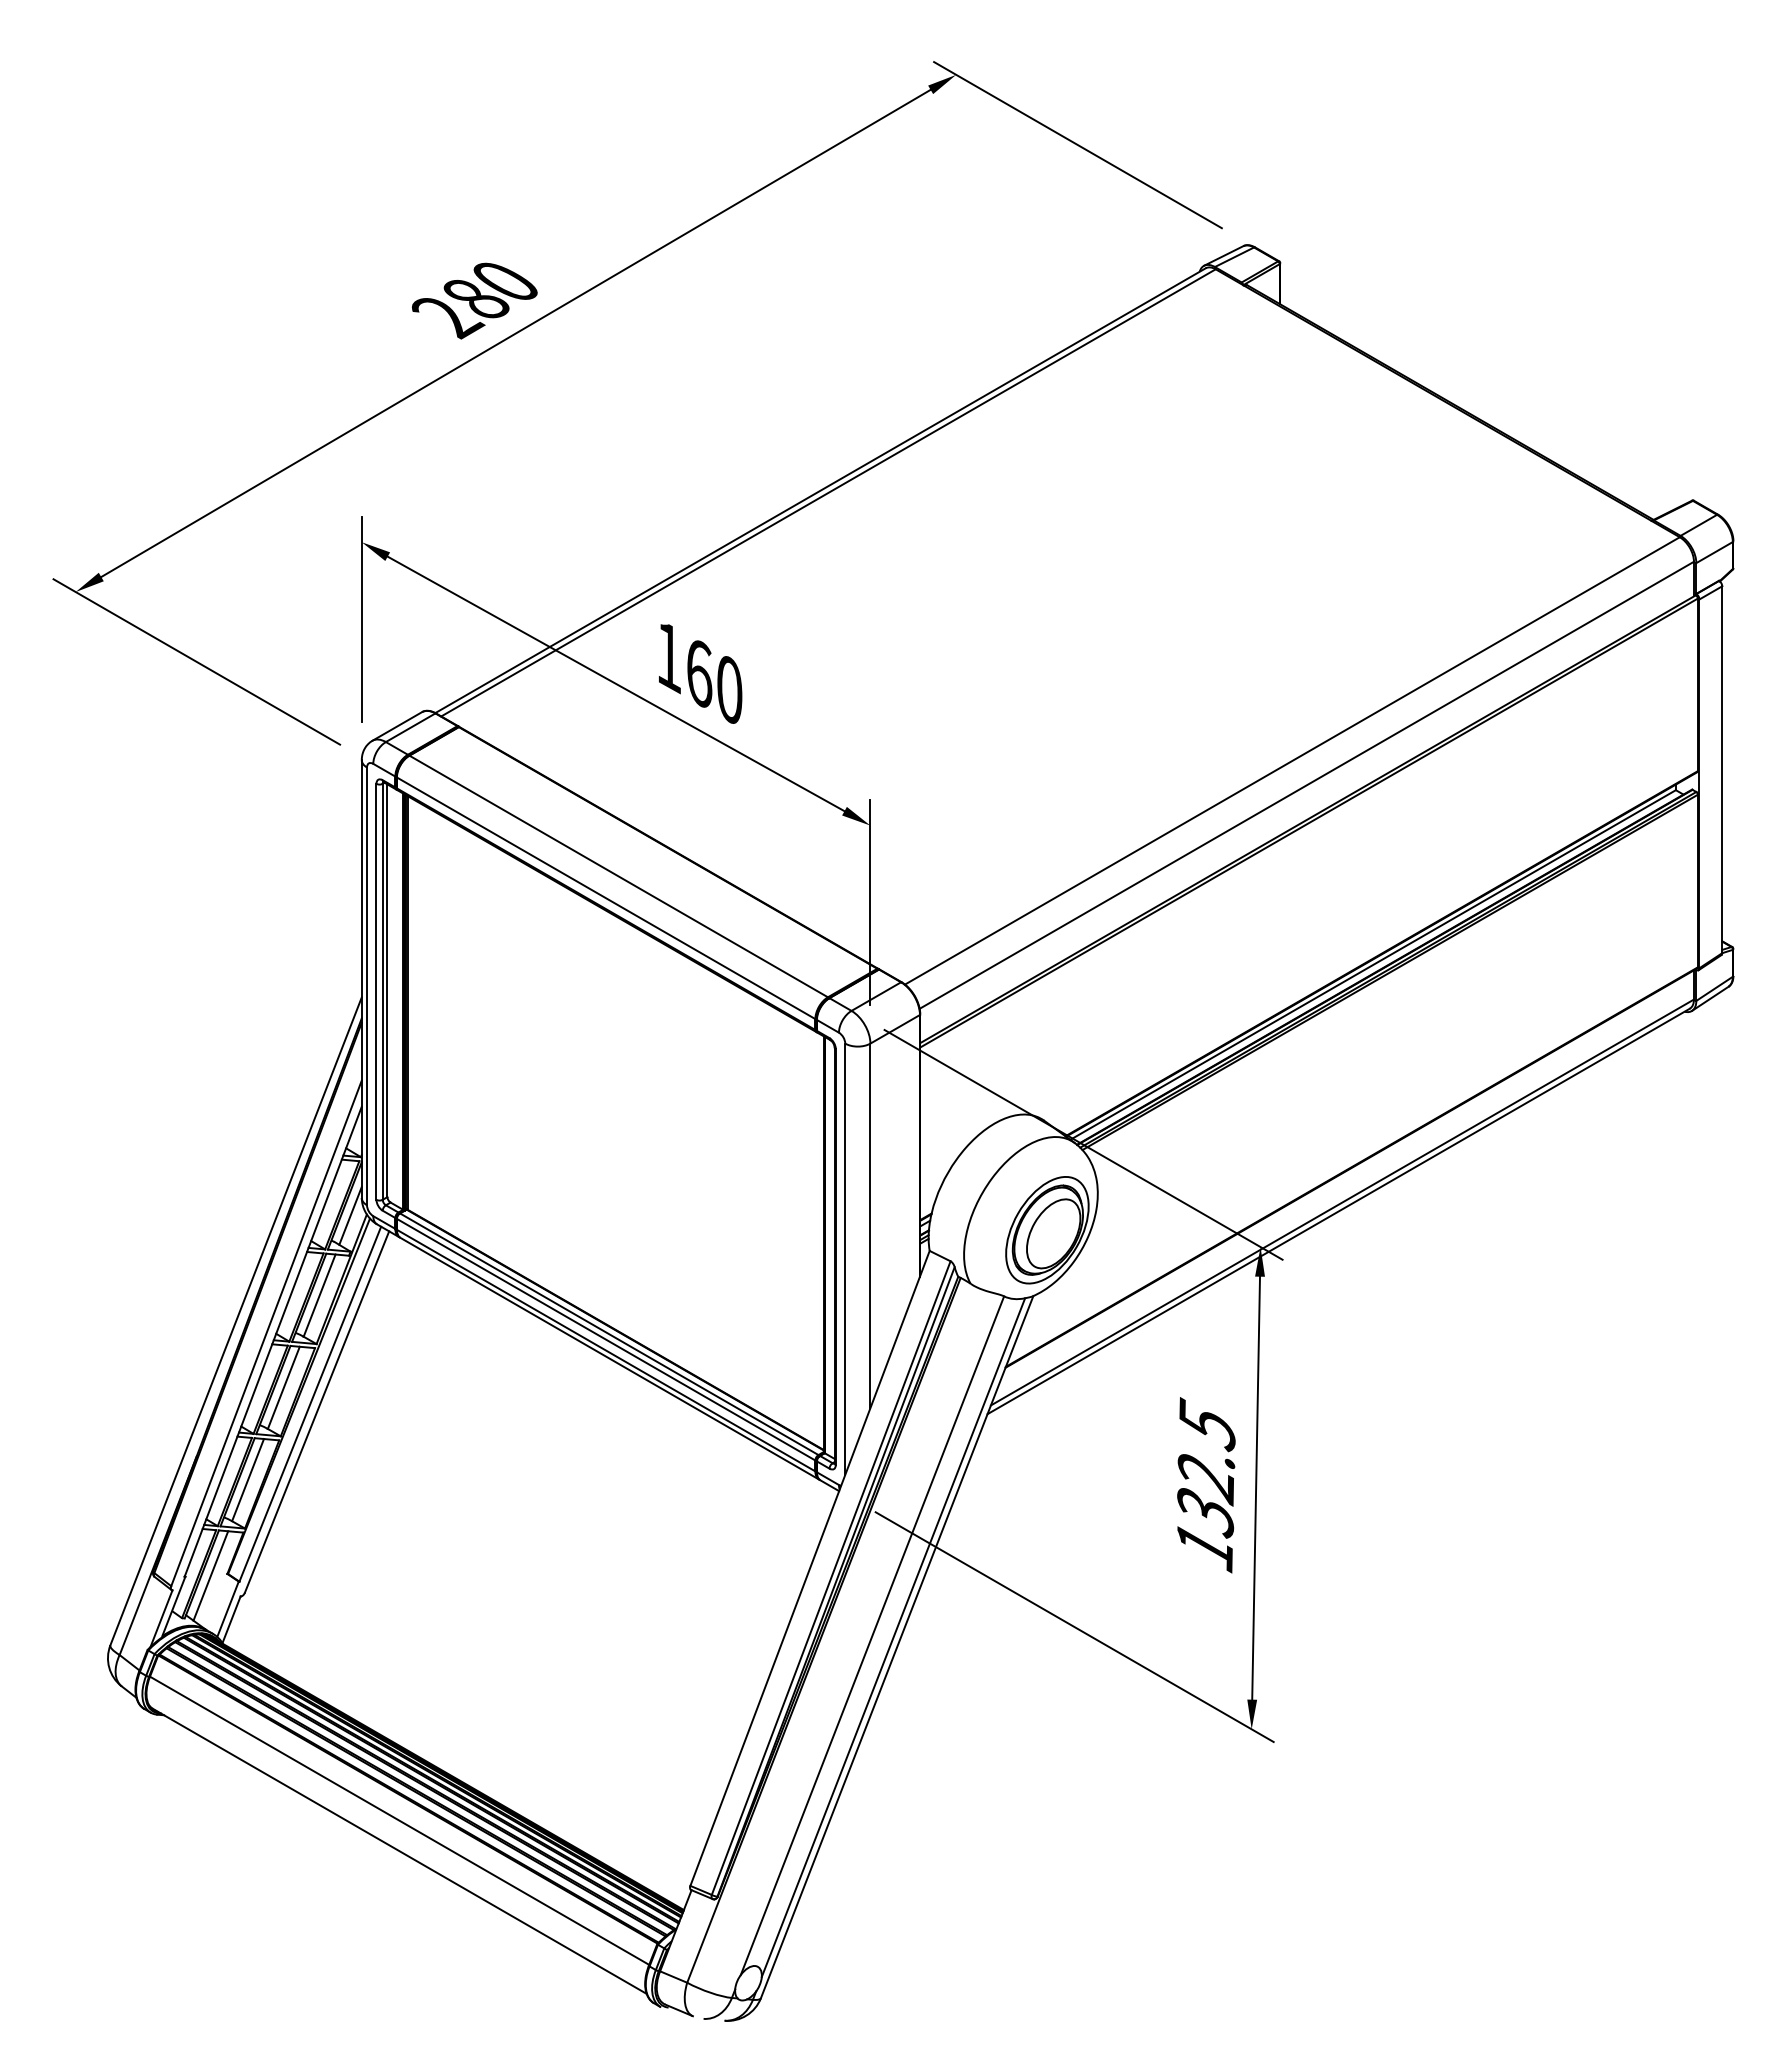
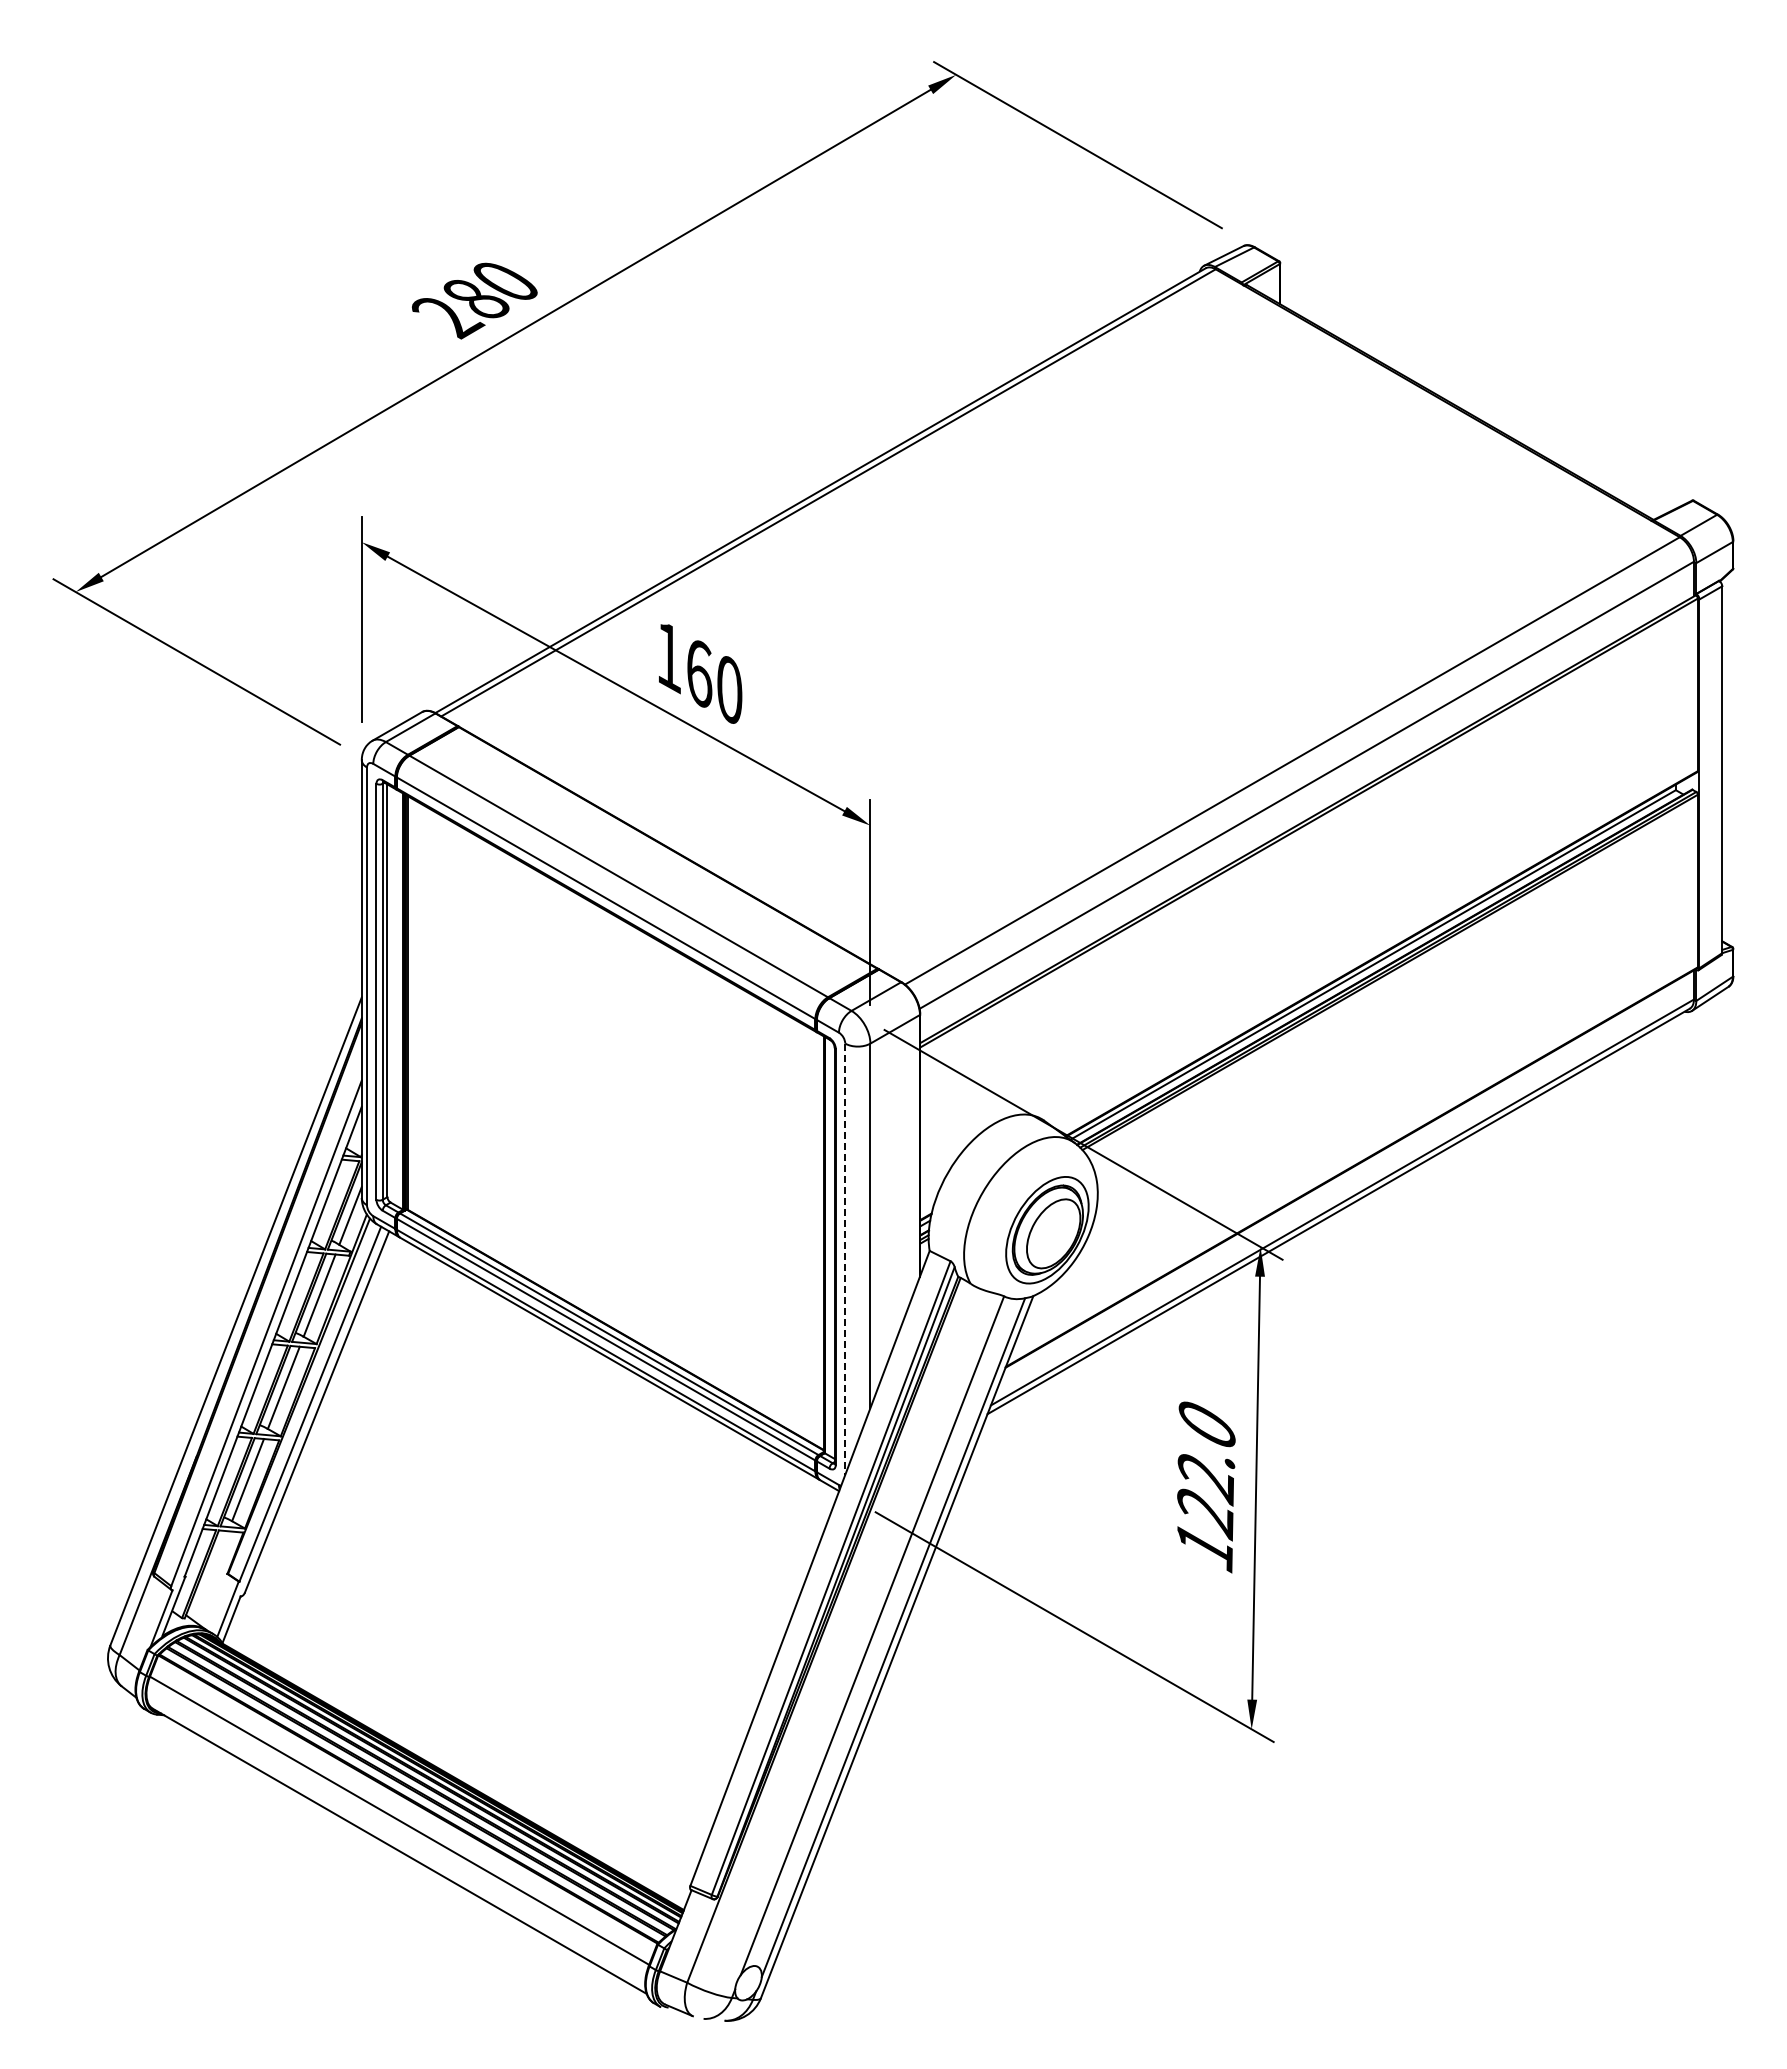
line at (845, 1259): solid -> dashed
text at (1206, 1469): 132.5 -> 122.0
line at (210, 1575): present -> none
